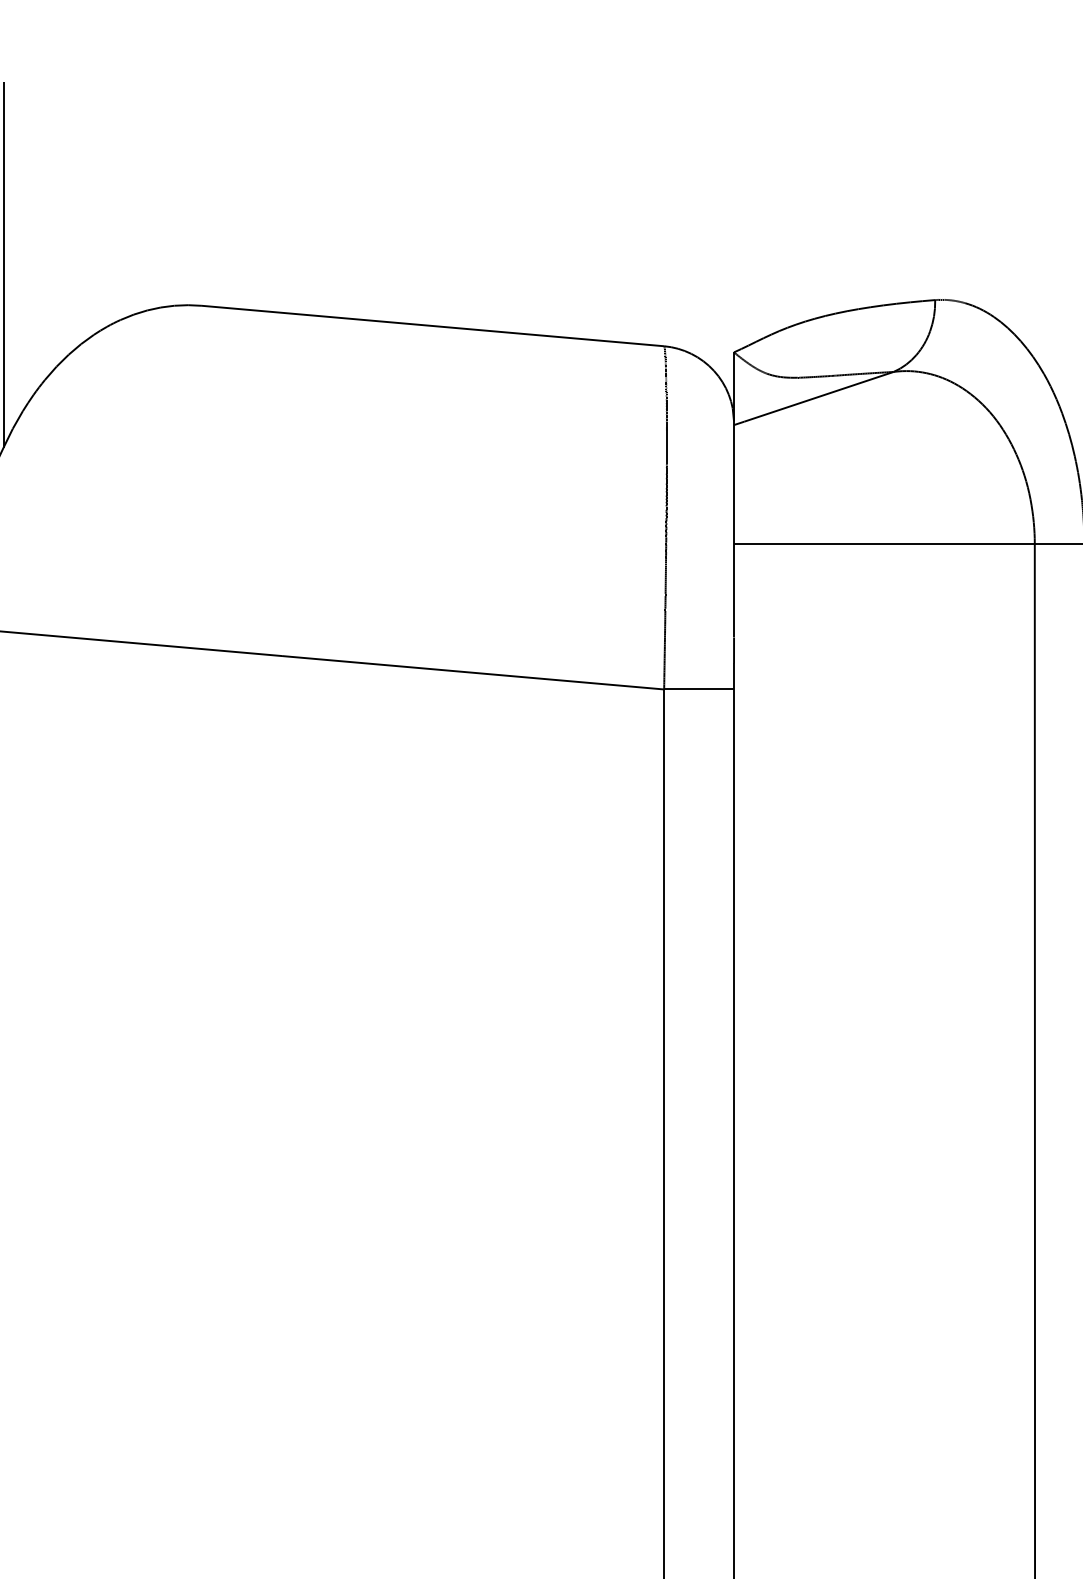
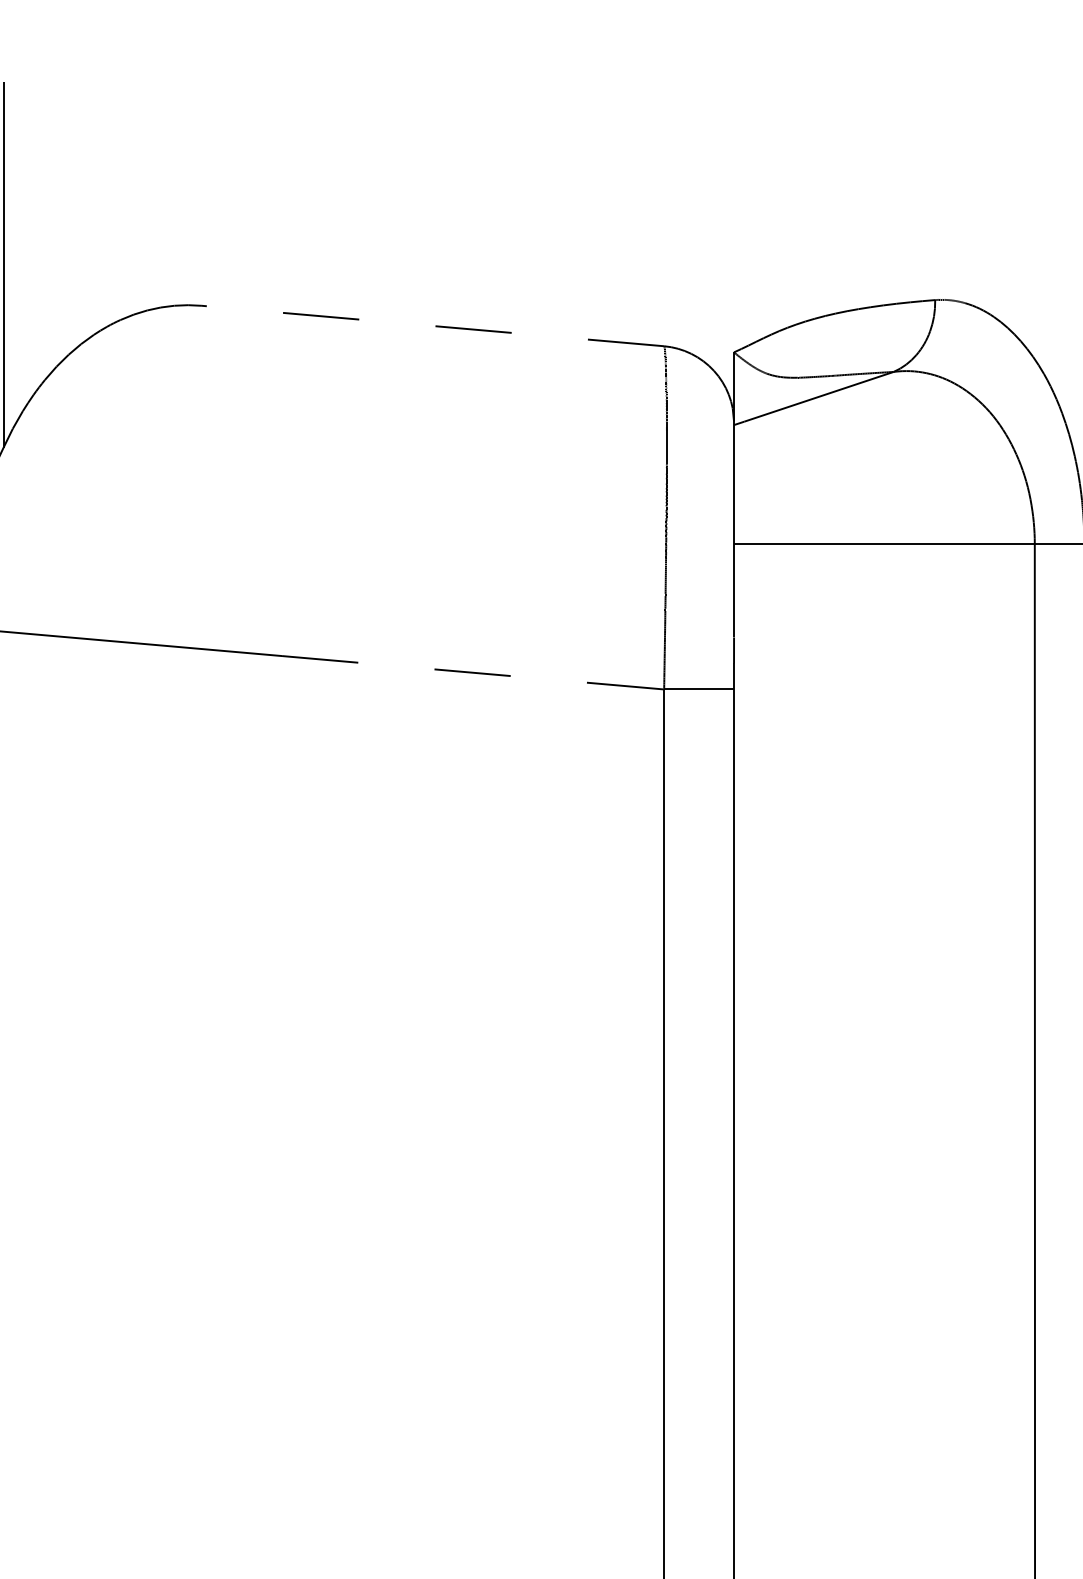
line at (433, 326): solid -> dashed
line at (473, 672): solid -> dashed
